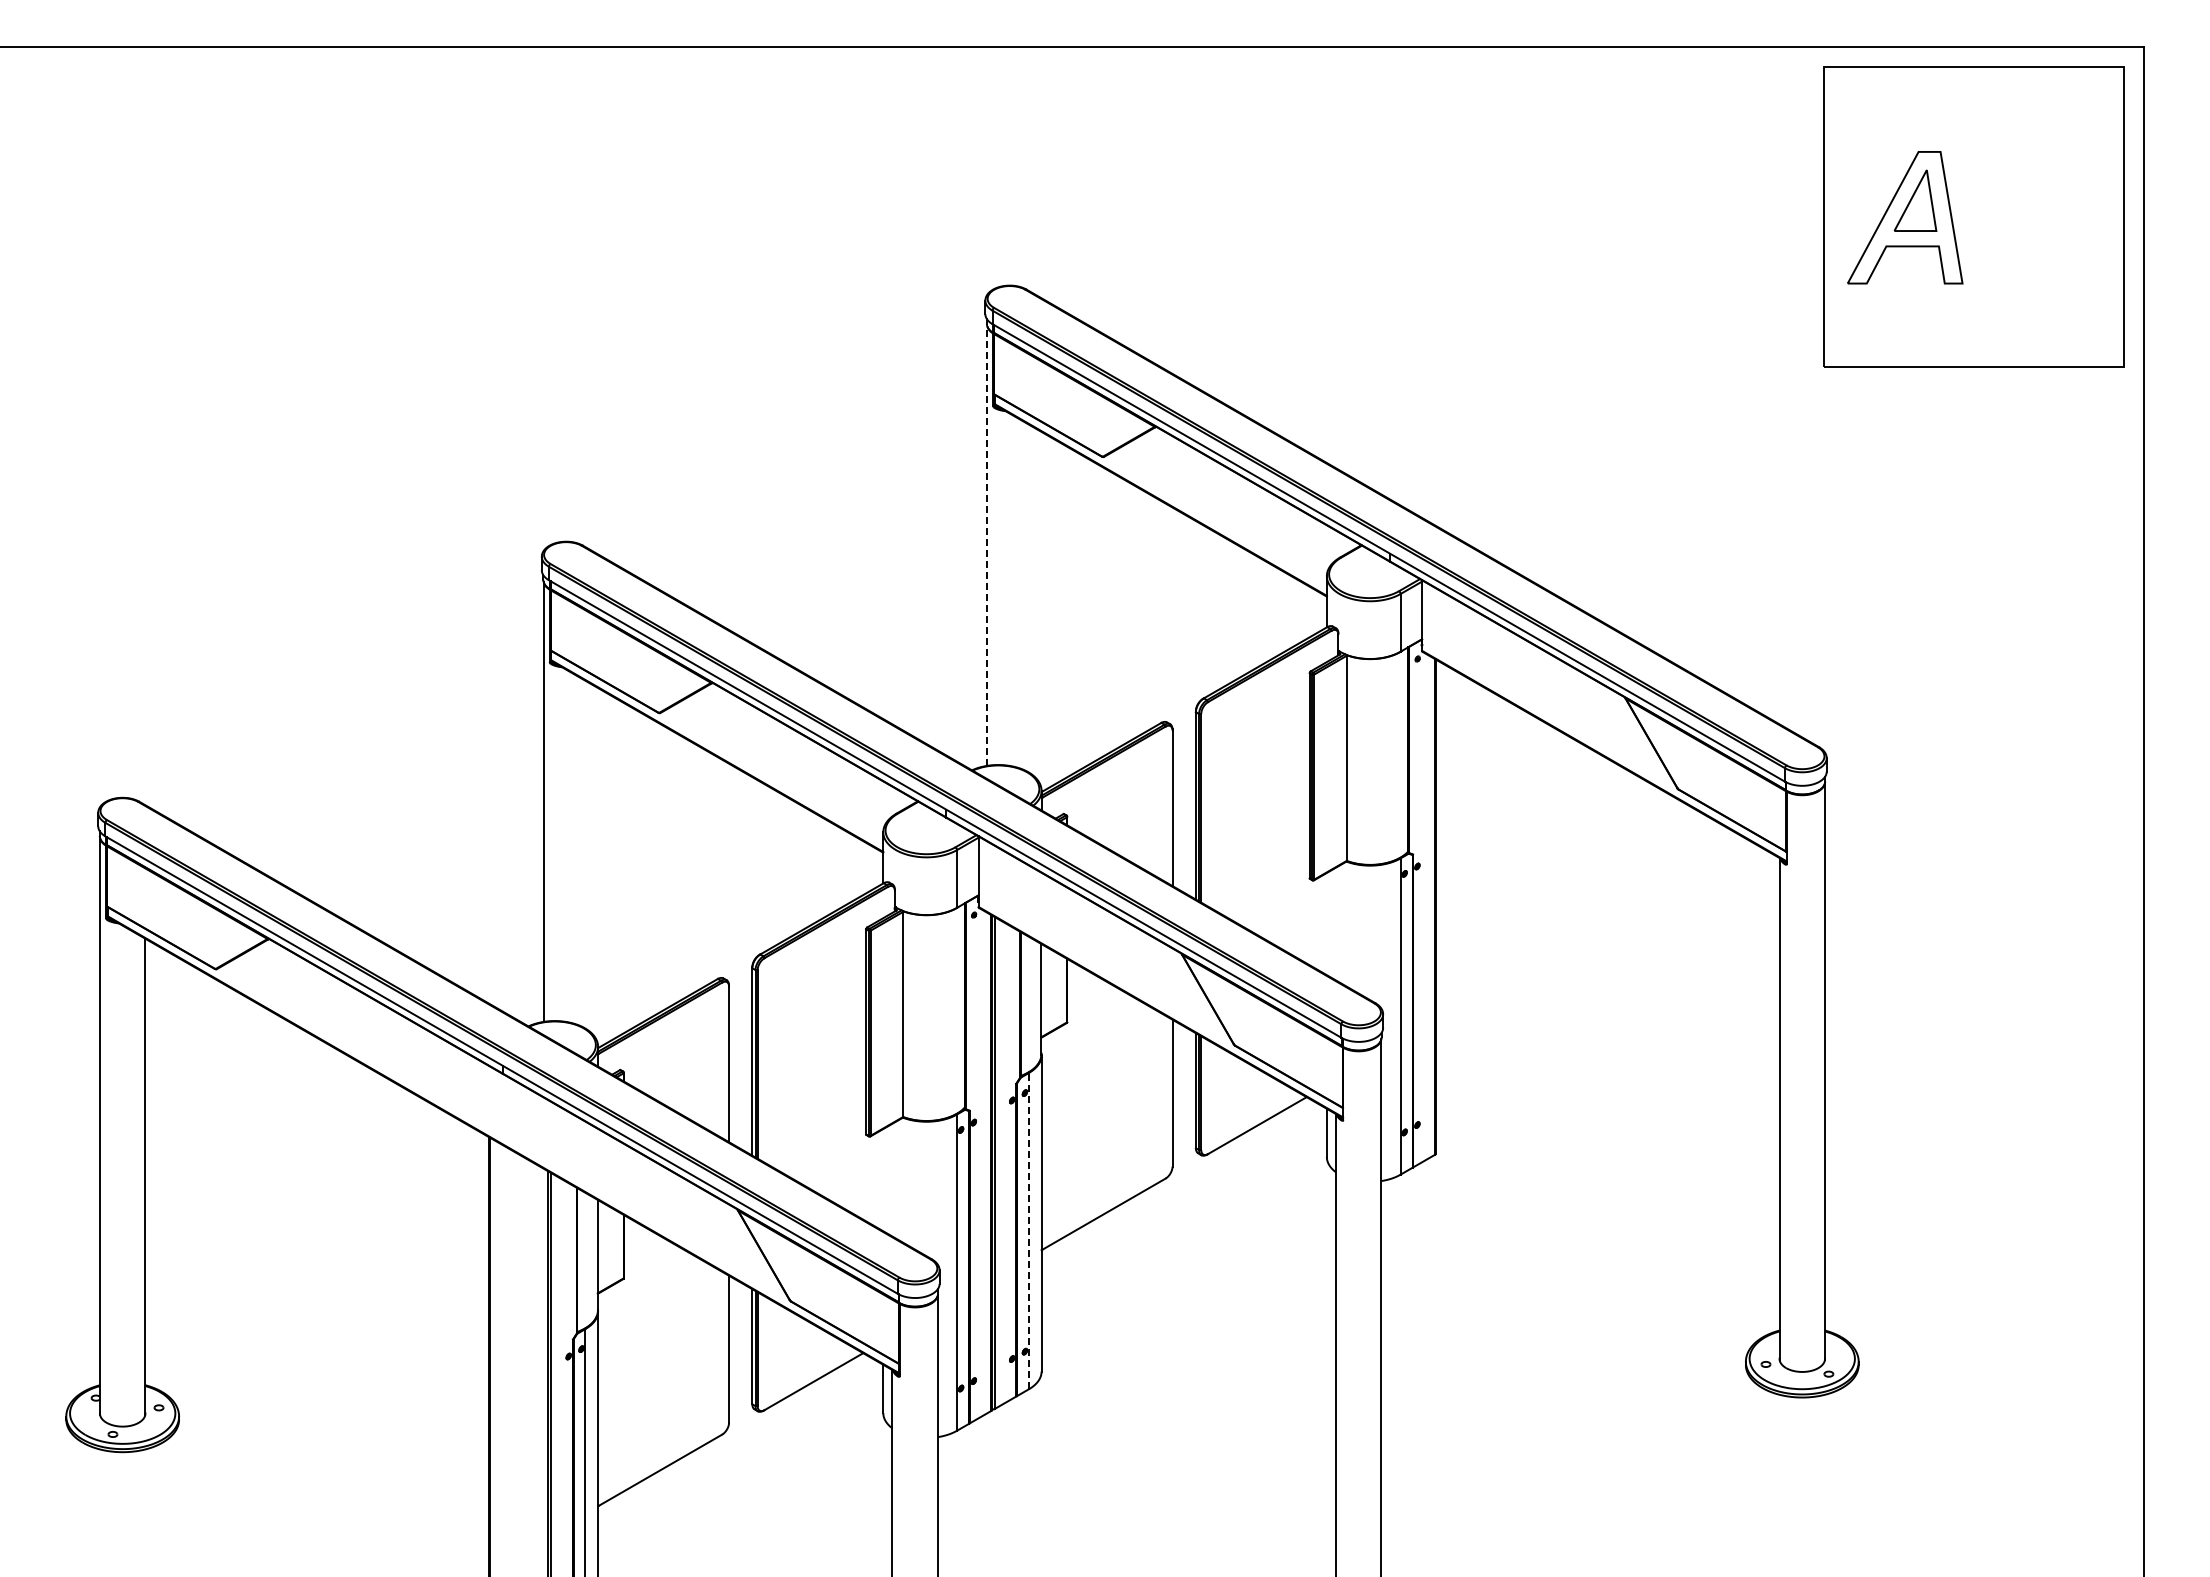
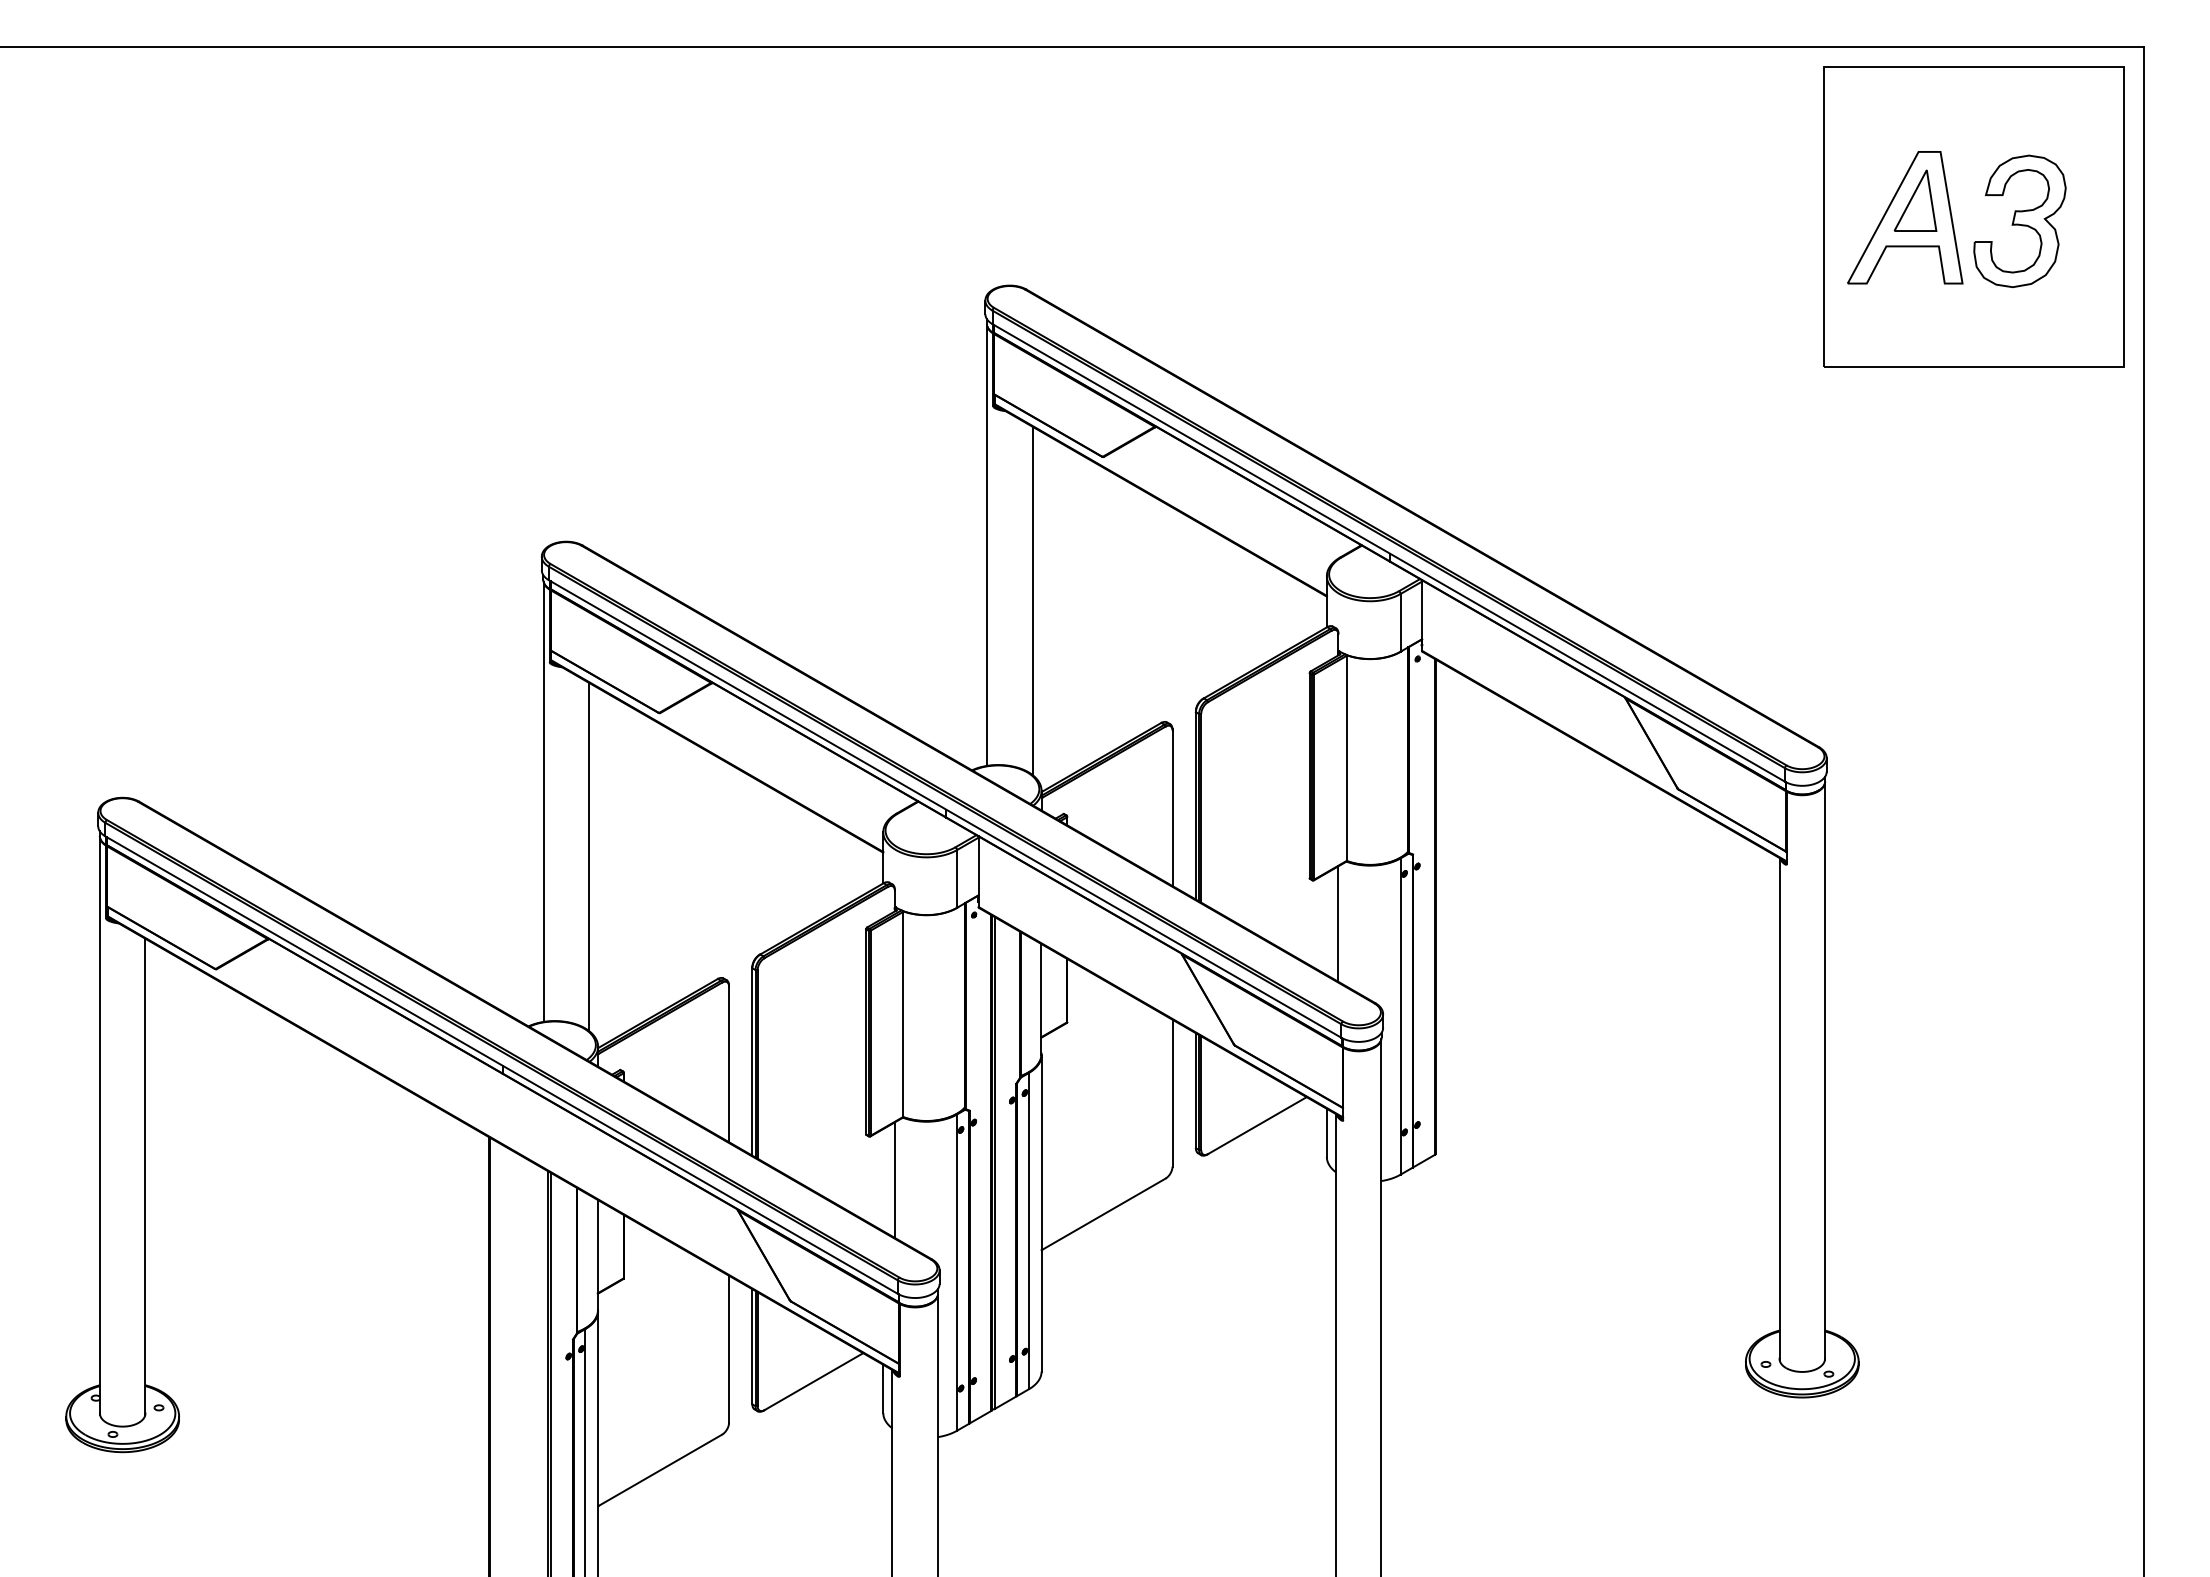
part at (2019, 221): none -> present
line at (987, 545): dashed -> solid
line at (1032, 600): none -> present
line at (588, 856): none -> present
line at (1338, 923): none -> present
line at (894, 1179): none -> present
line at (1028, 1230): dashed -> solid
